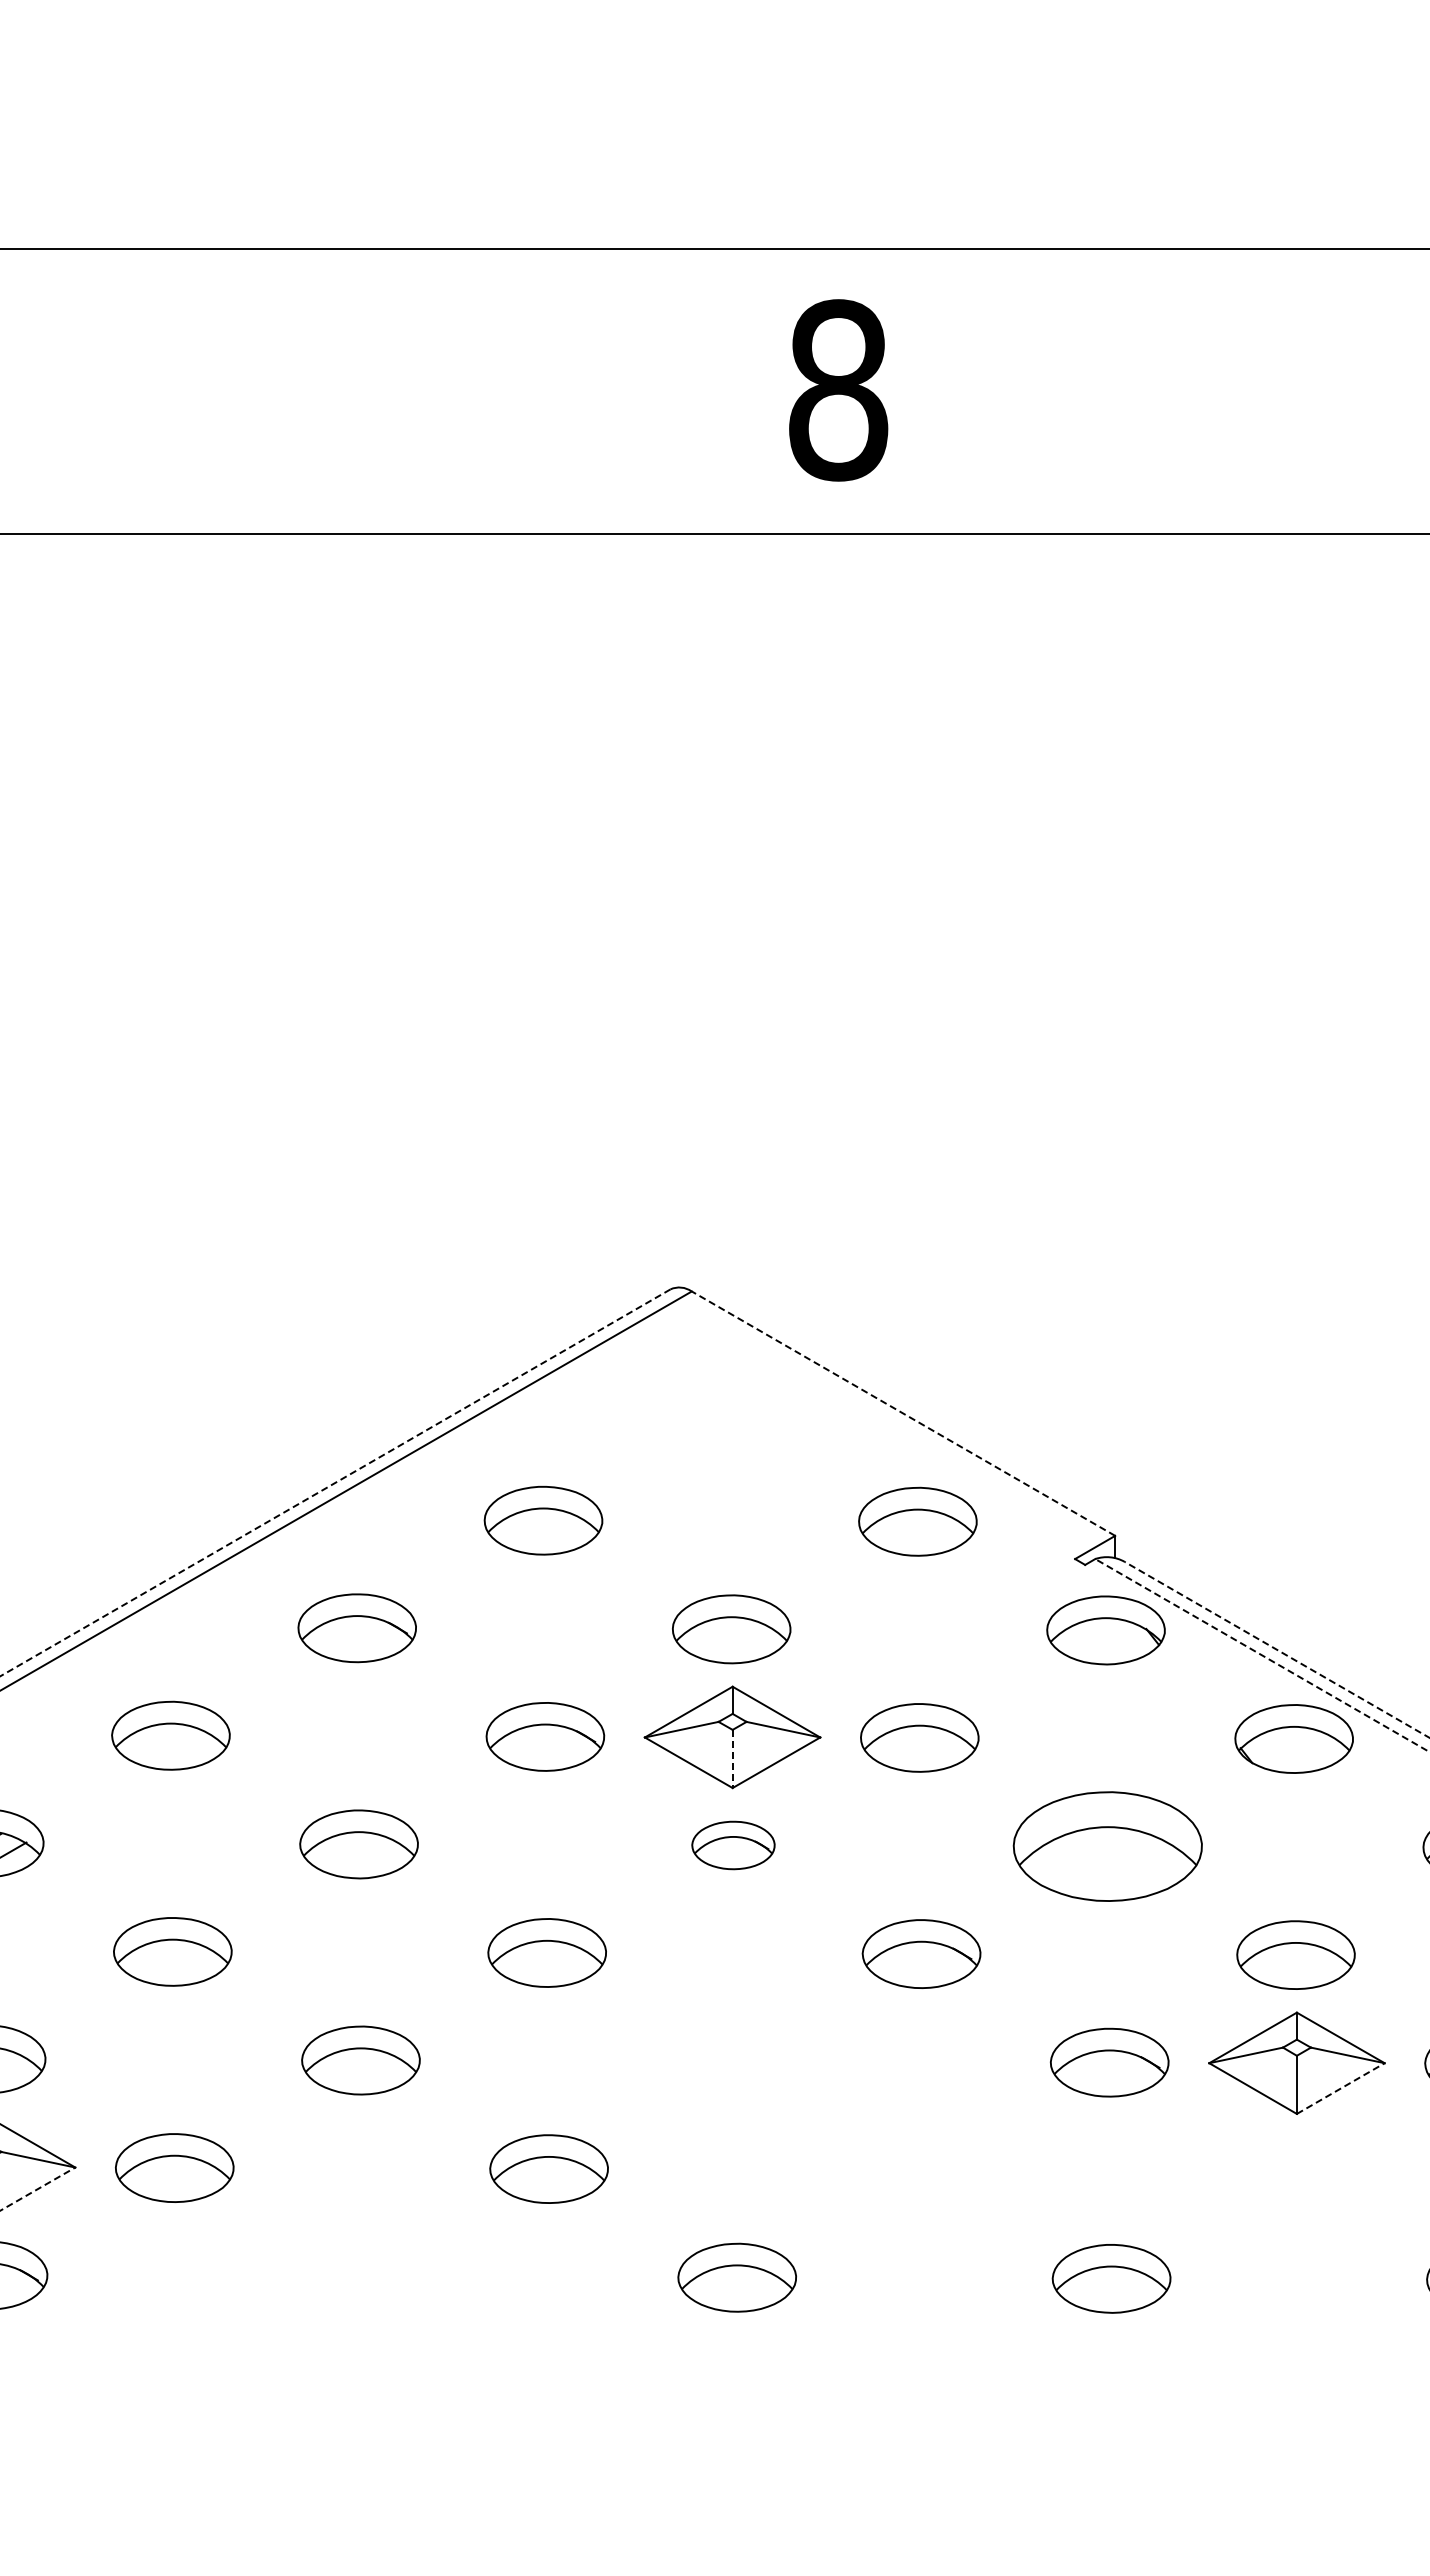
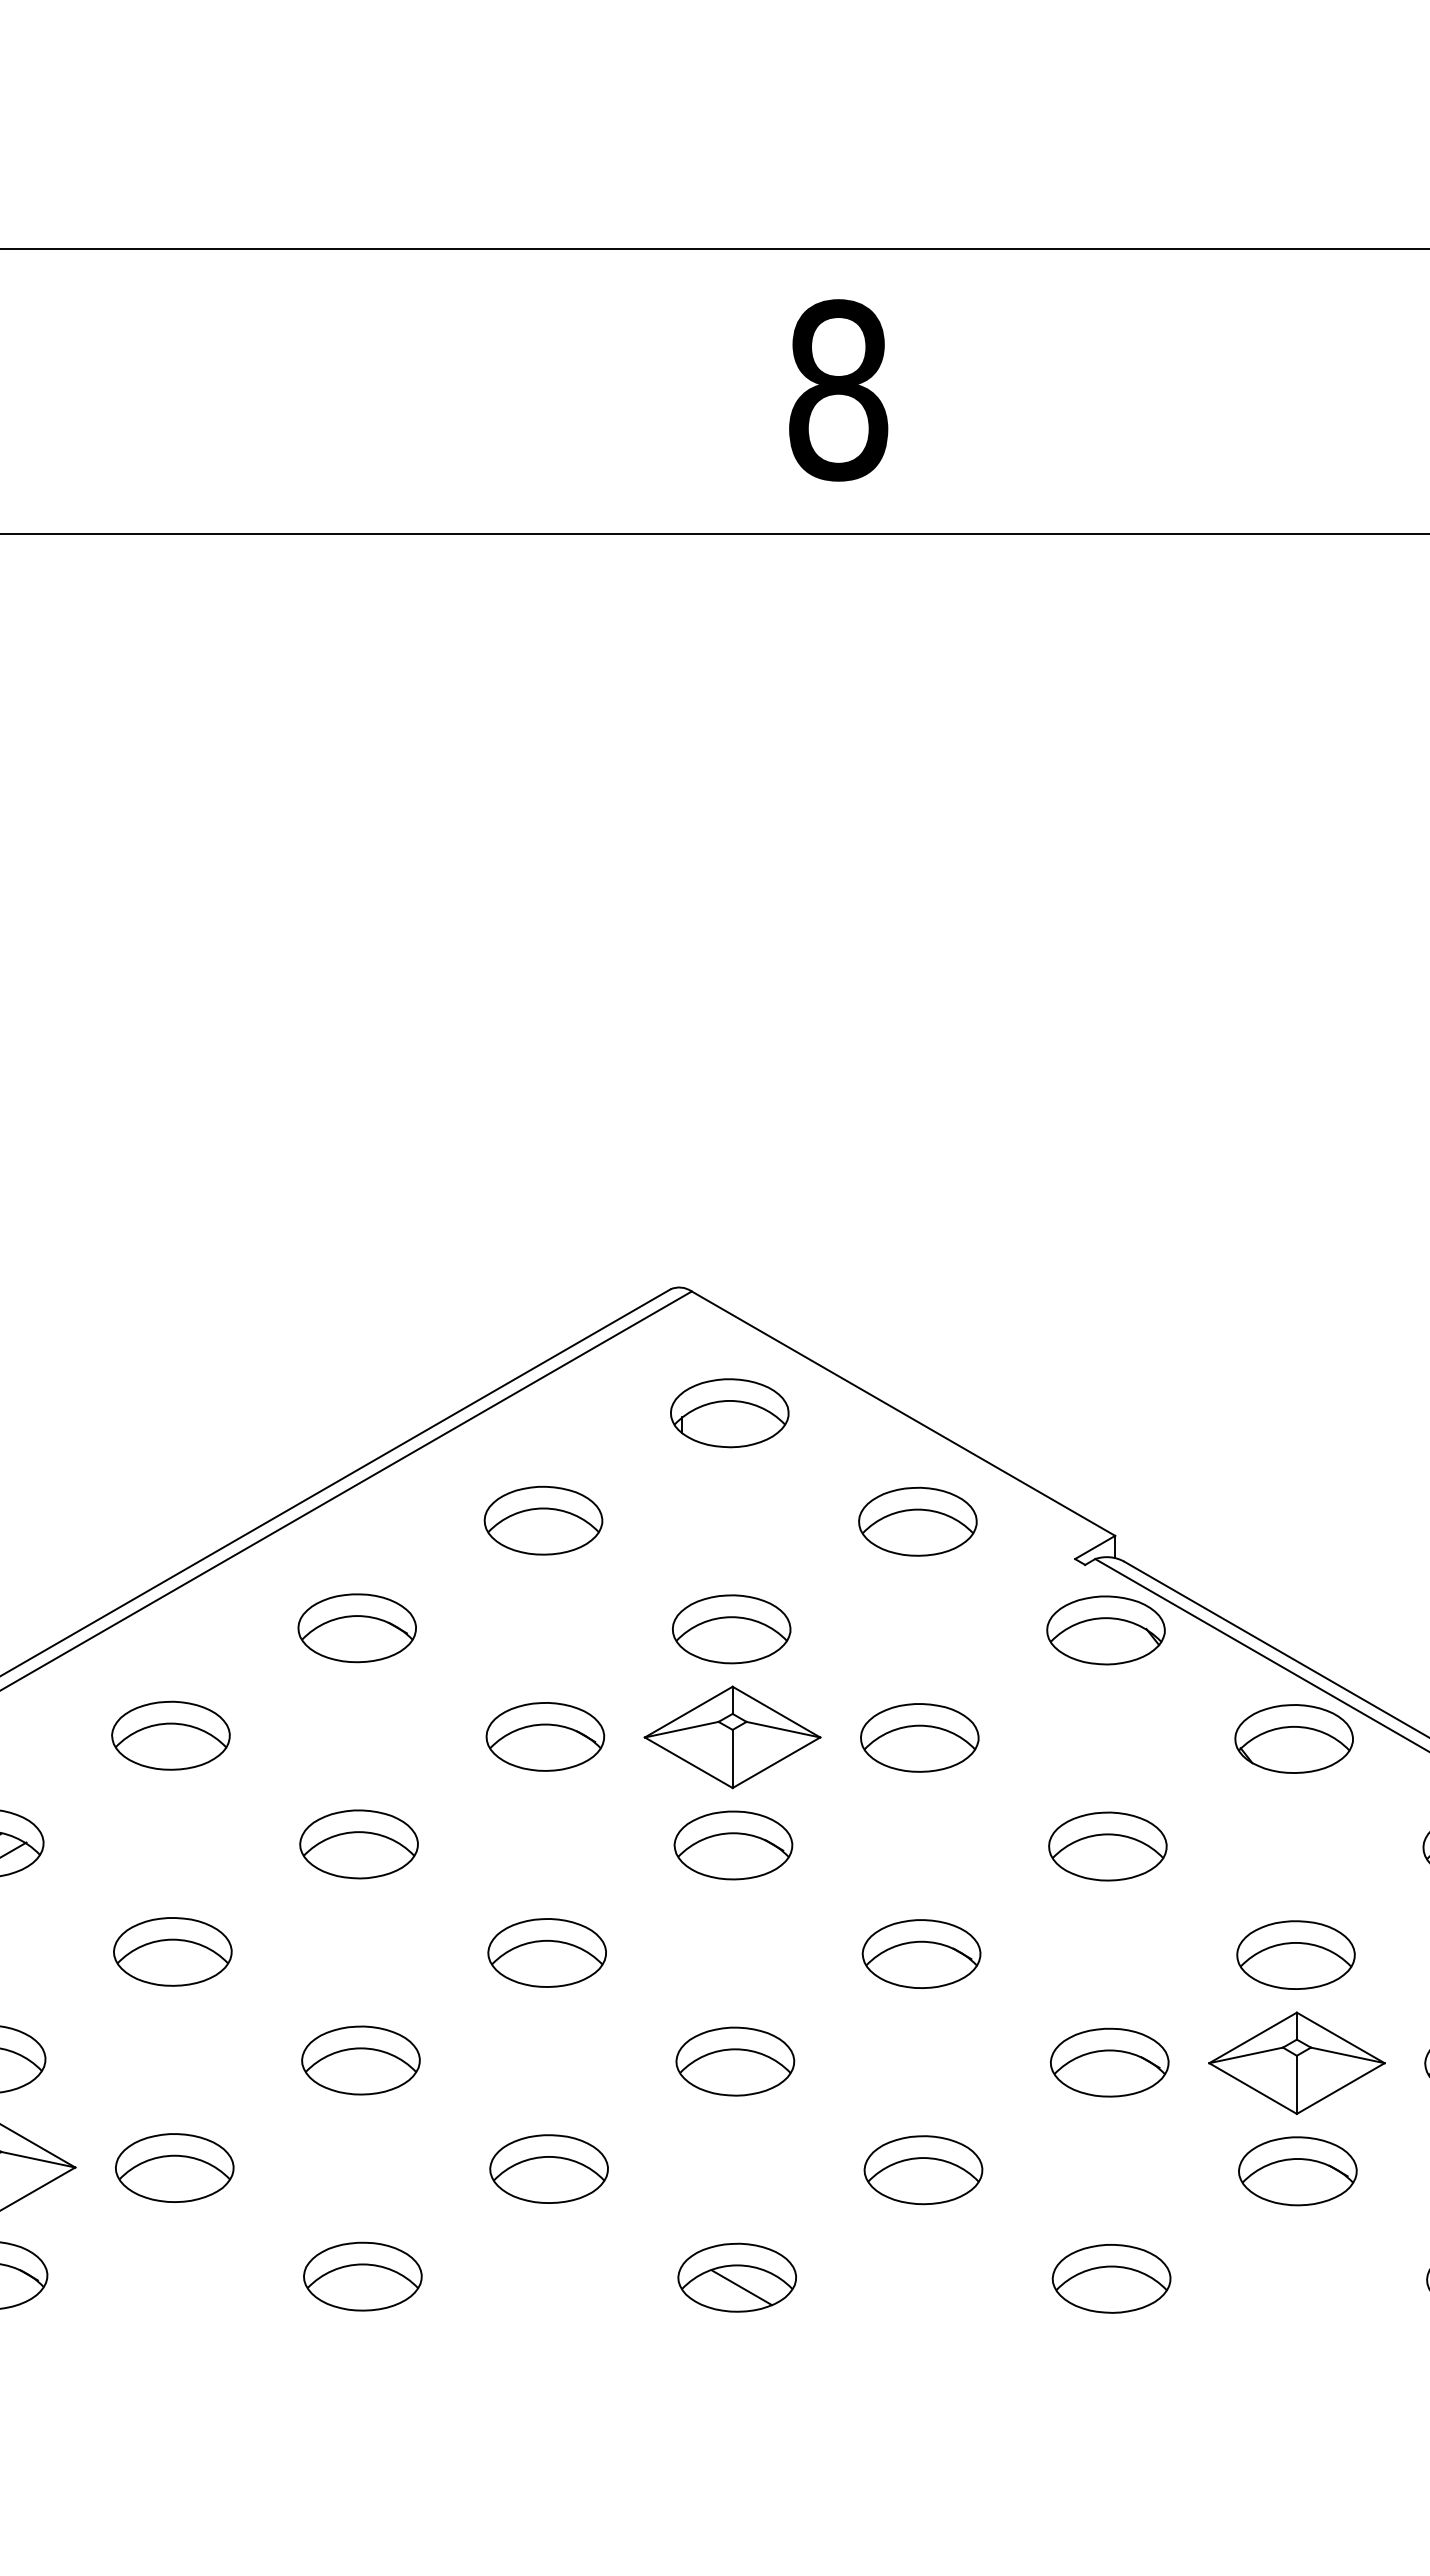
part at (729, 1413): none -> present
line at (903, 1413): dashed -> solid
line at (335, 1482): dashed -> solid
line at (1277, 1649): dashed -> solid
line at (1262, 1655): dashed -> solid
line at (732, 1759): dashed -> solid
part at (733, 1845) size: 85x51 px -> 121x71 px
part at (1107, 1846) size: 191x111 px -> 120x71 px
part at (735, 2061): none -> present
line at (1340, 2088): dashed -> solid
part at (923, 2170): none -> present
part at (1297, 2171): none -> present
line at (38, 2188): dashed -> solid
part at (362, 2276): none -> present
line at (741, 2287): none -> present
